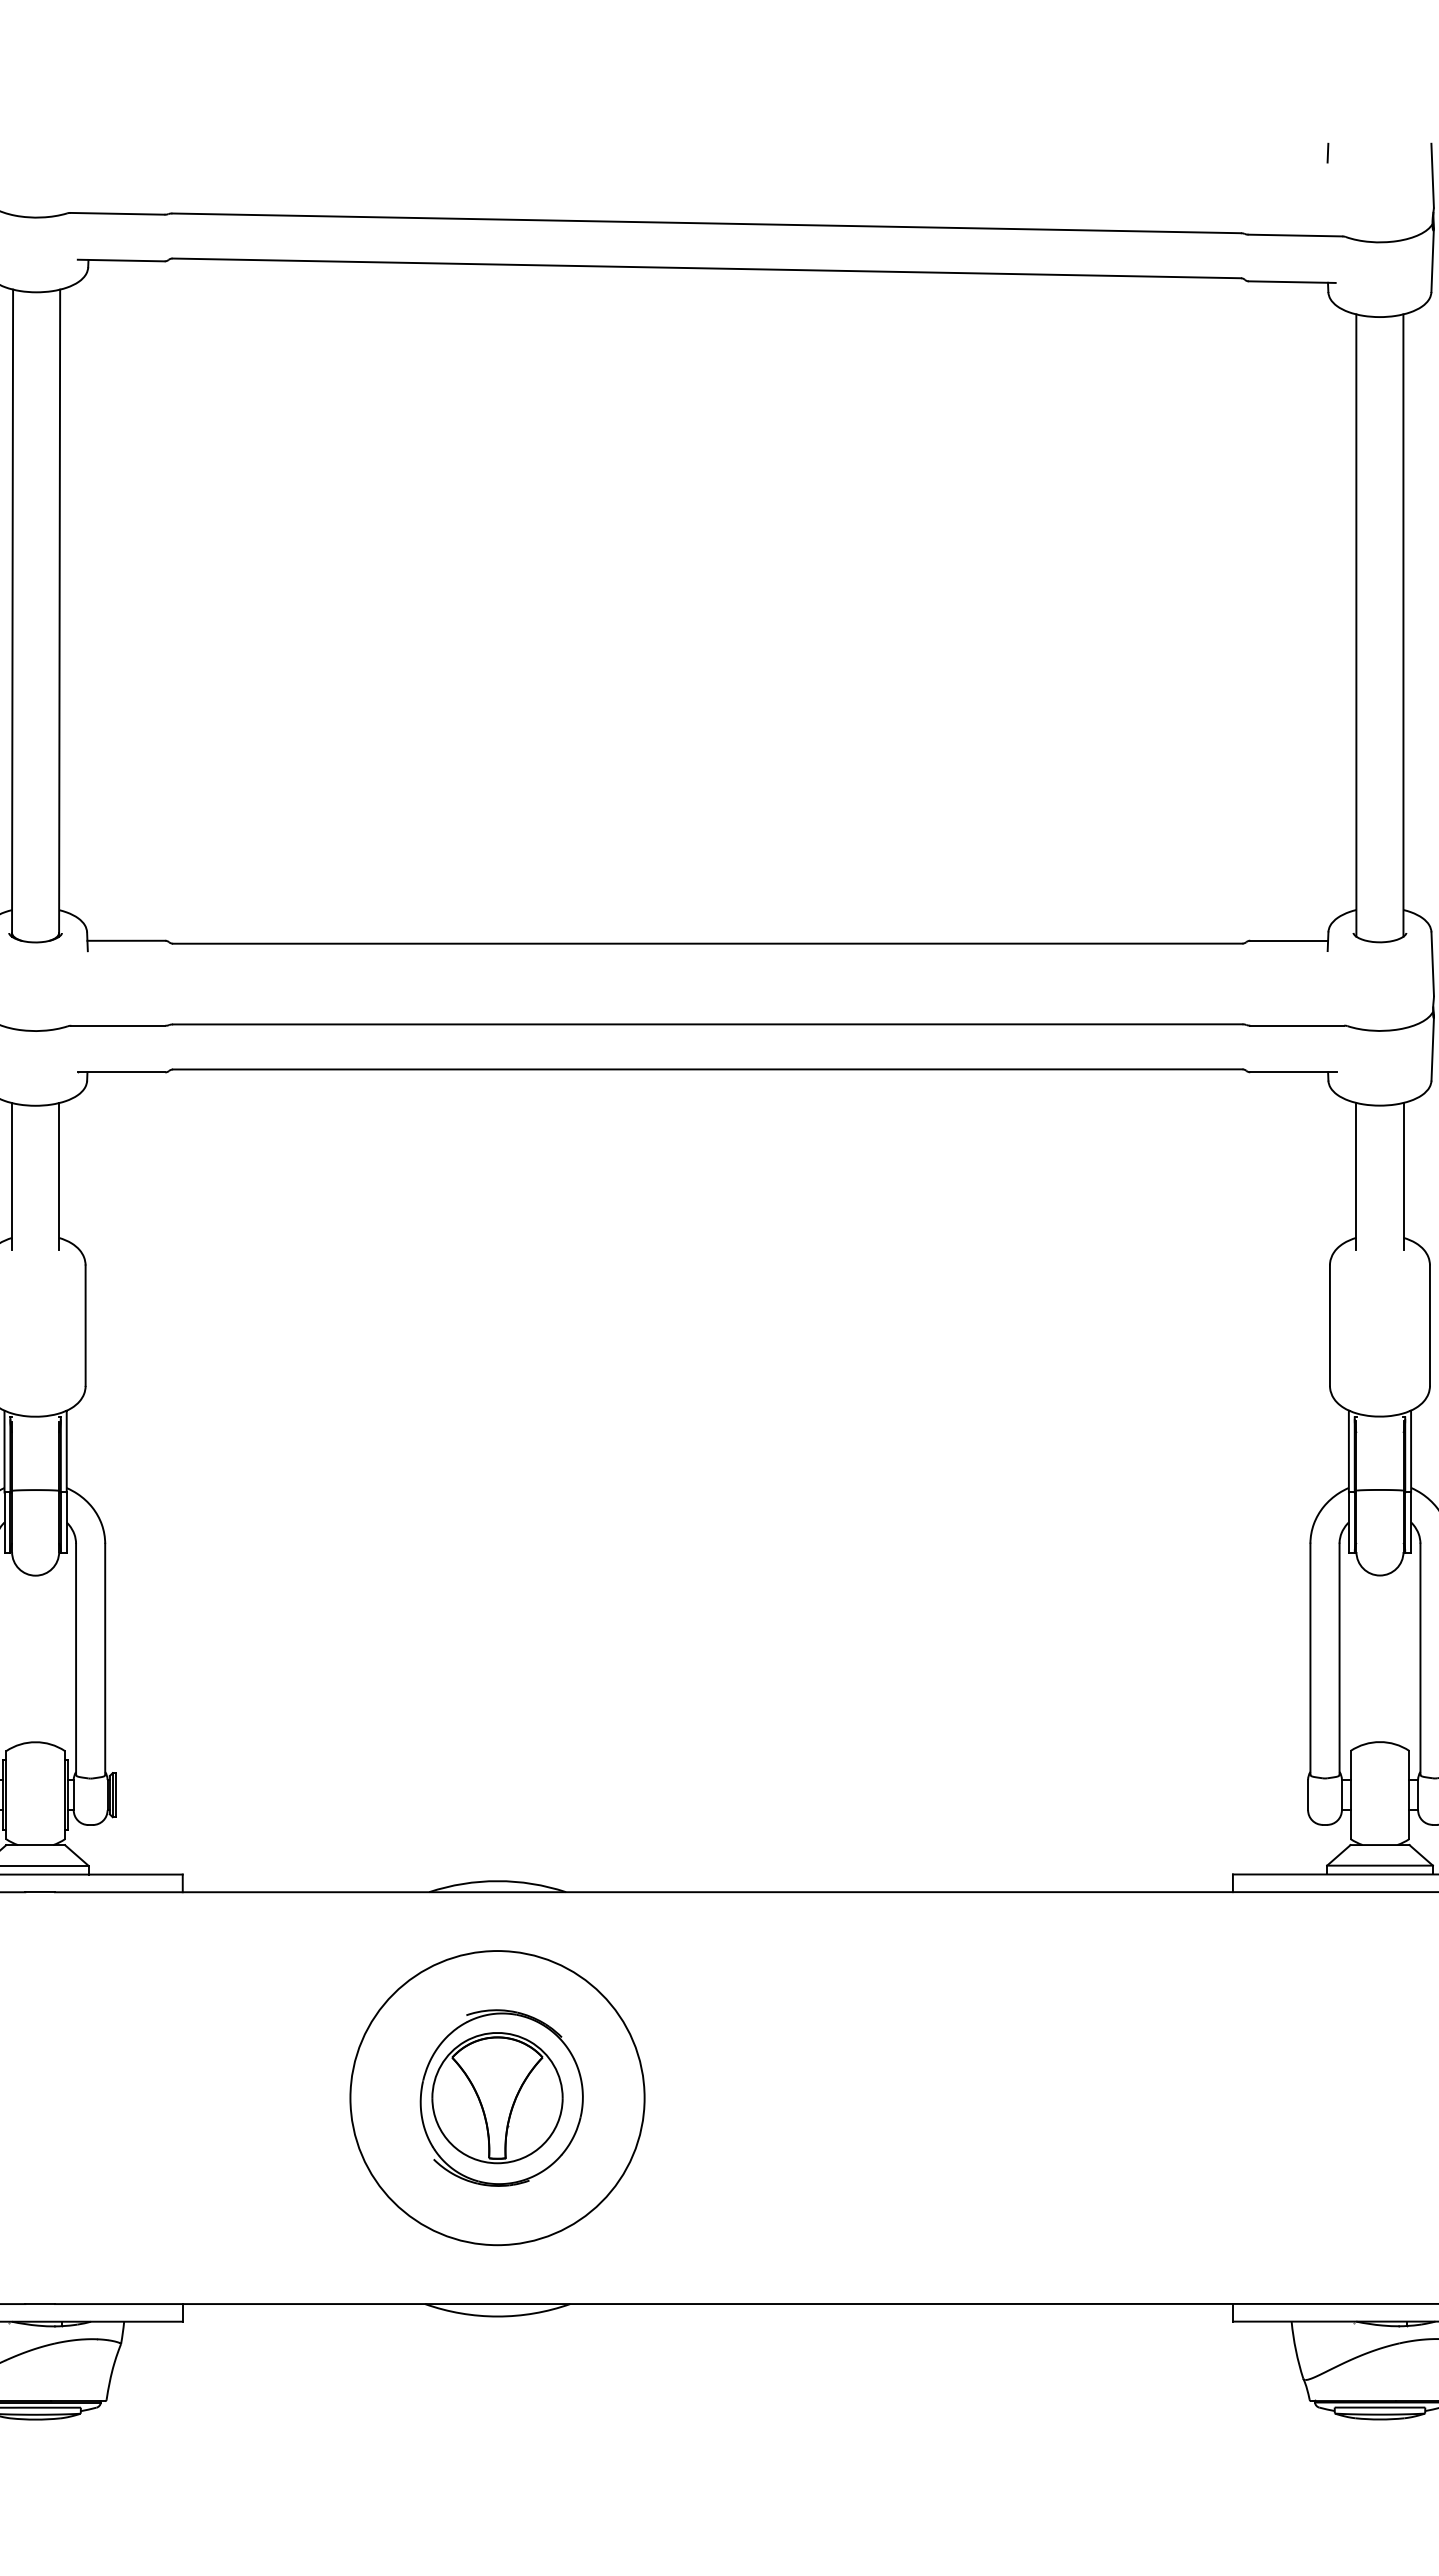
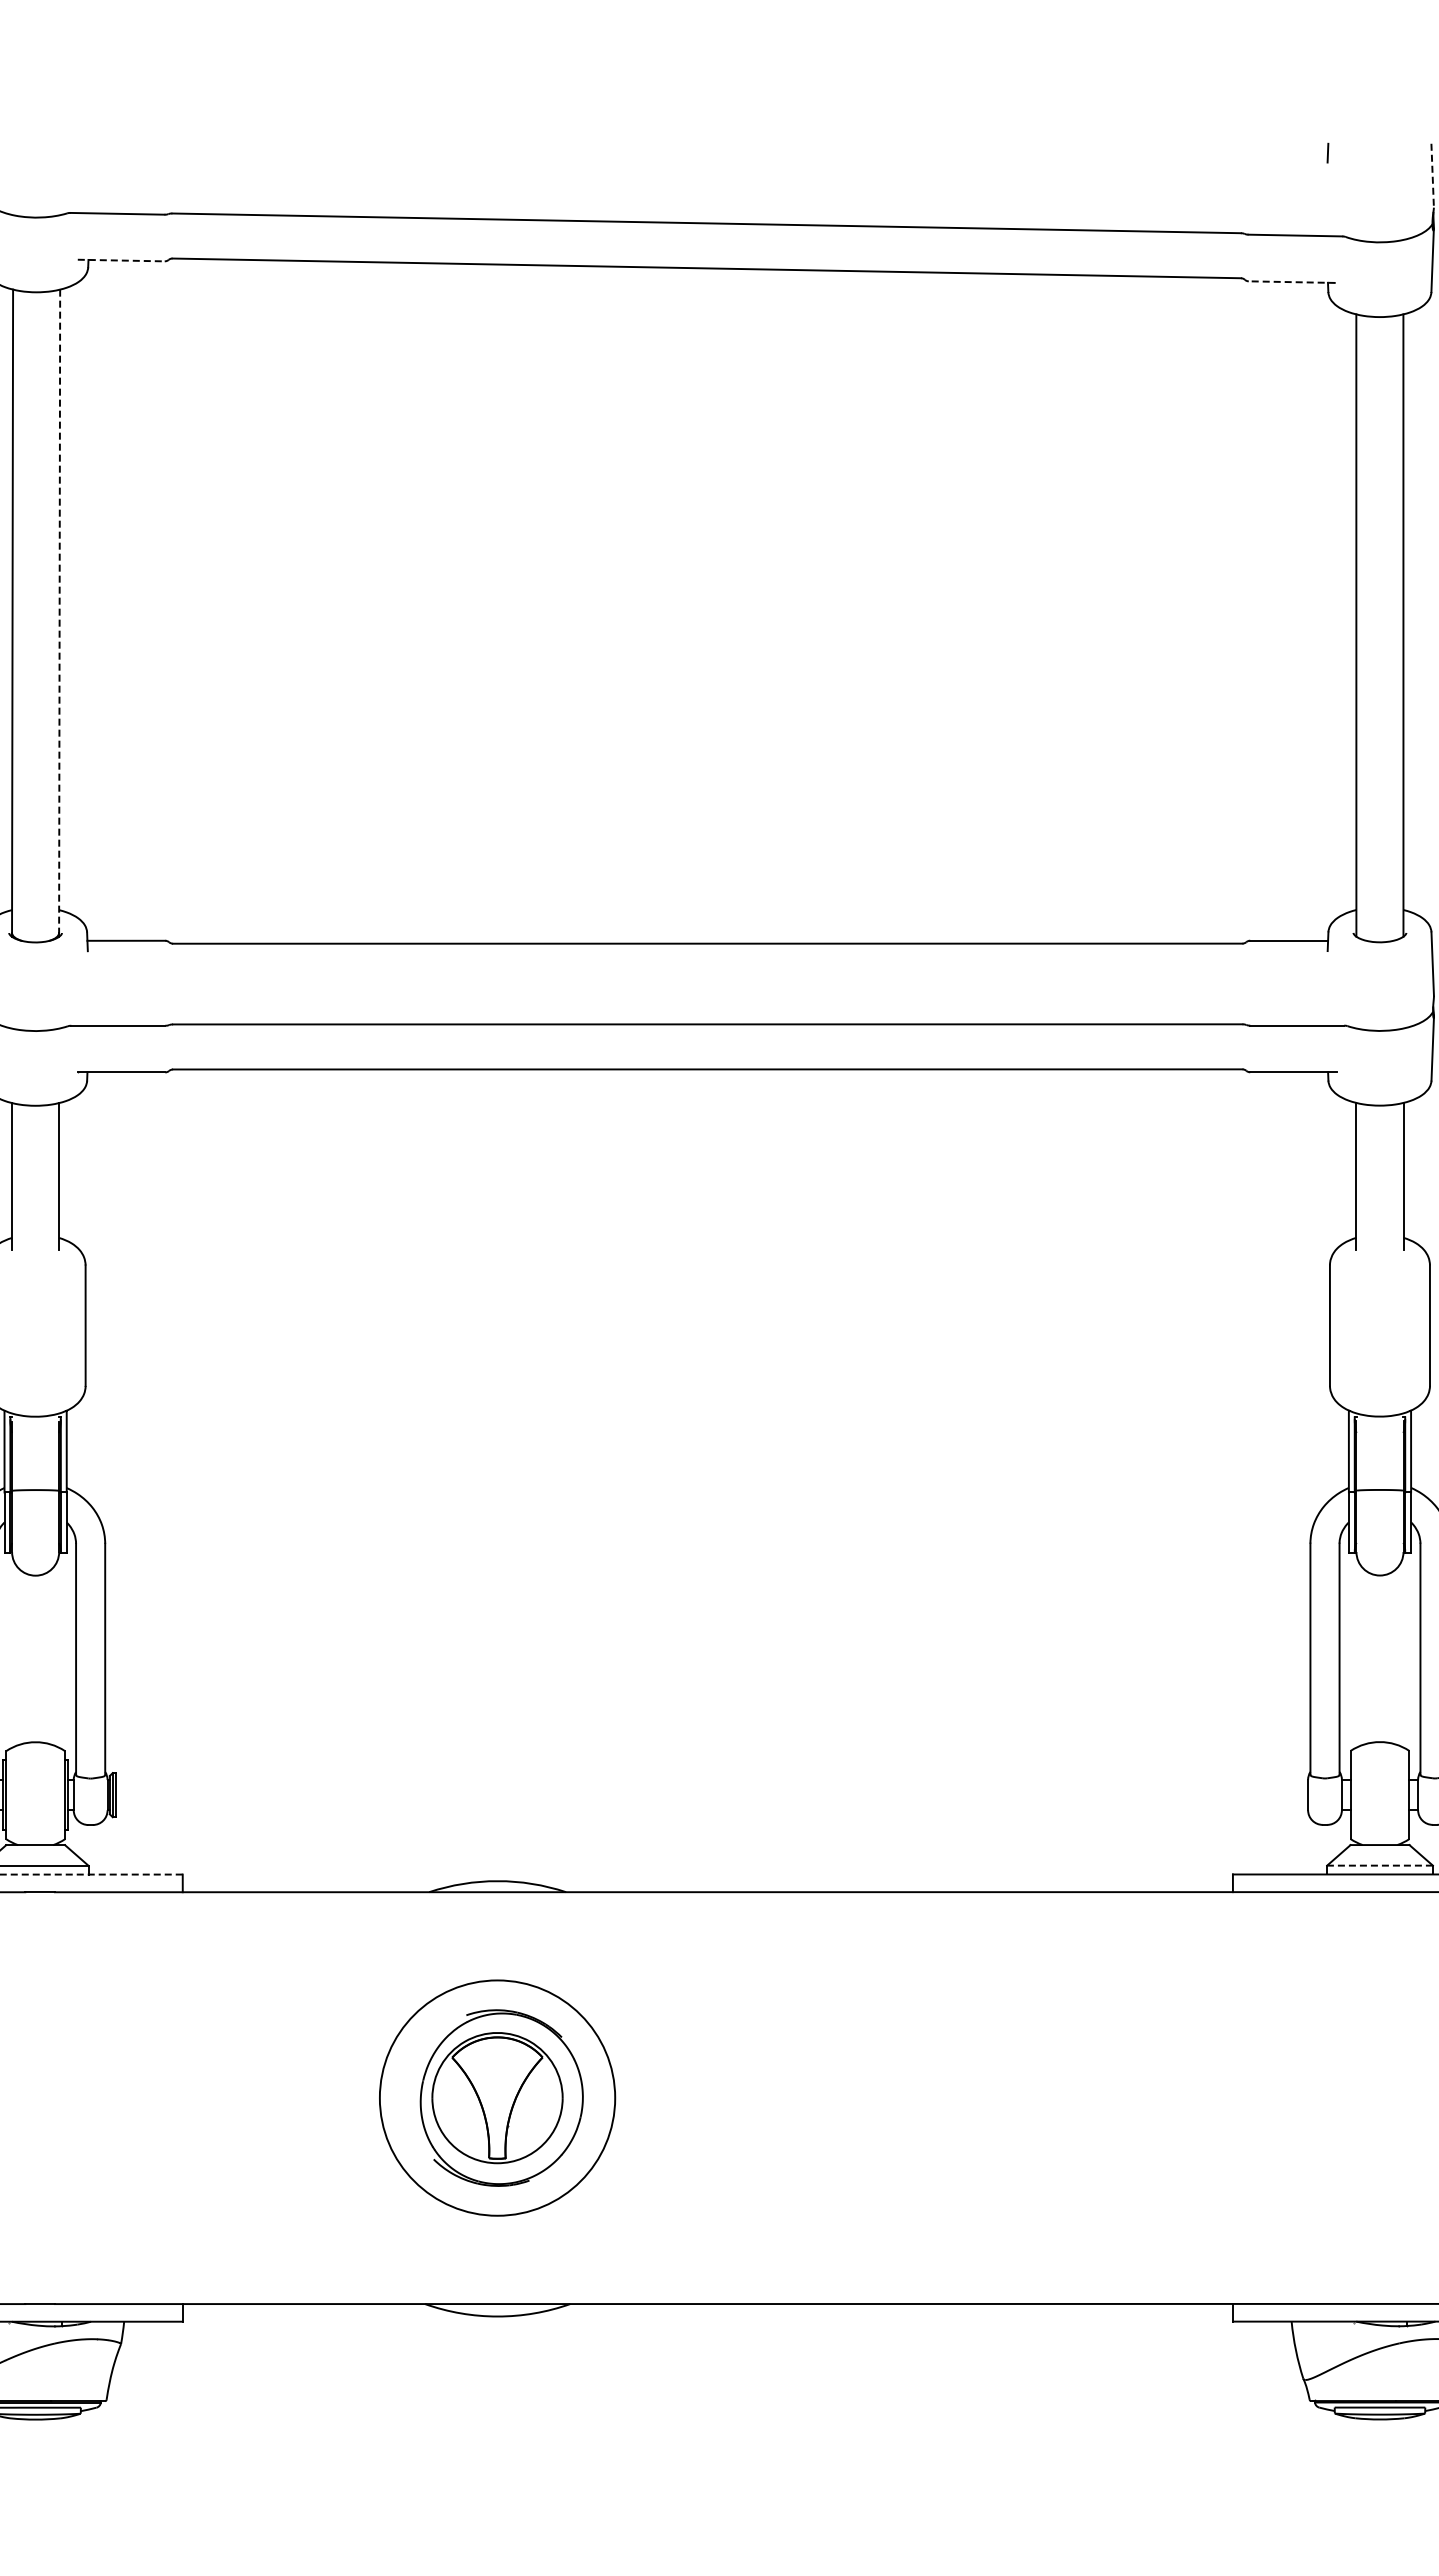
line at (1432, 175): solid -> dashed
line at (121, 260): solid -> dashed
line at (1291, 282): solid -> dashed
line at (59, 611): solid -> dashed
line at (1380, 1865): solid -> dashed
line at (91, 1874): solid -> dashed
circle at (497, 2098) diameter: 294 px -> 235 px
